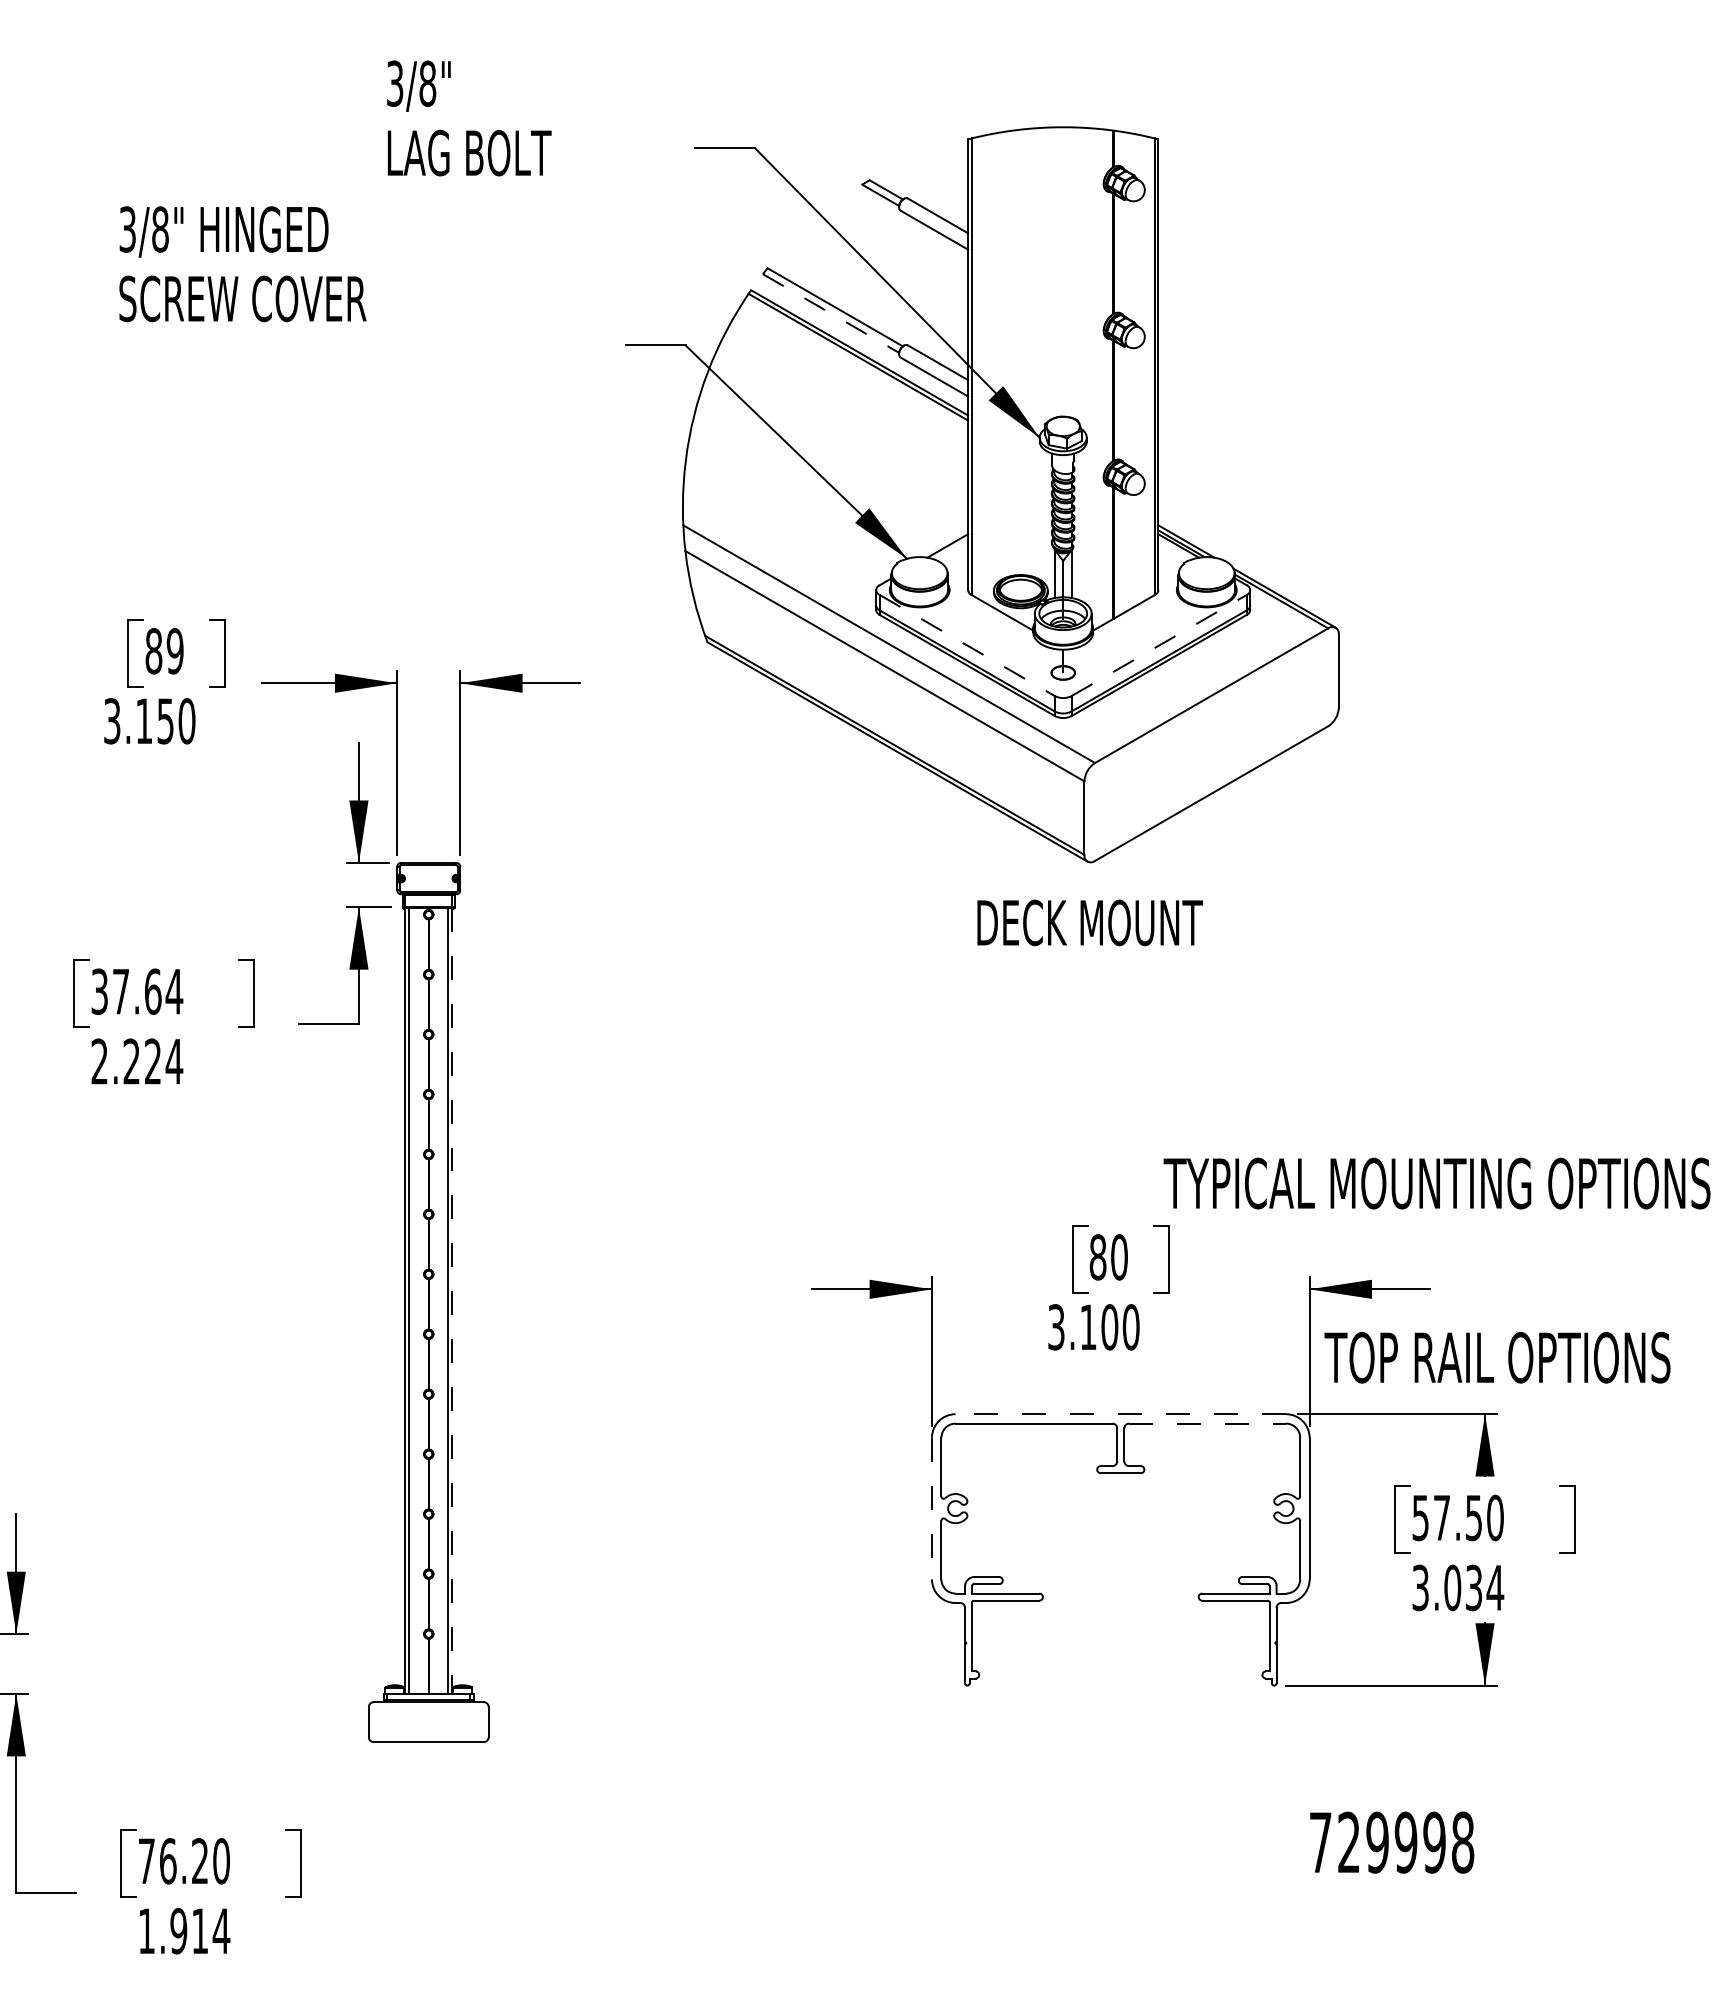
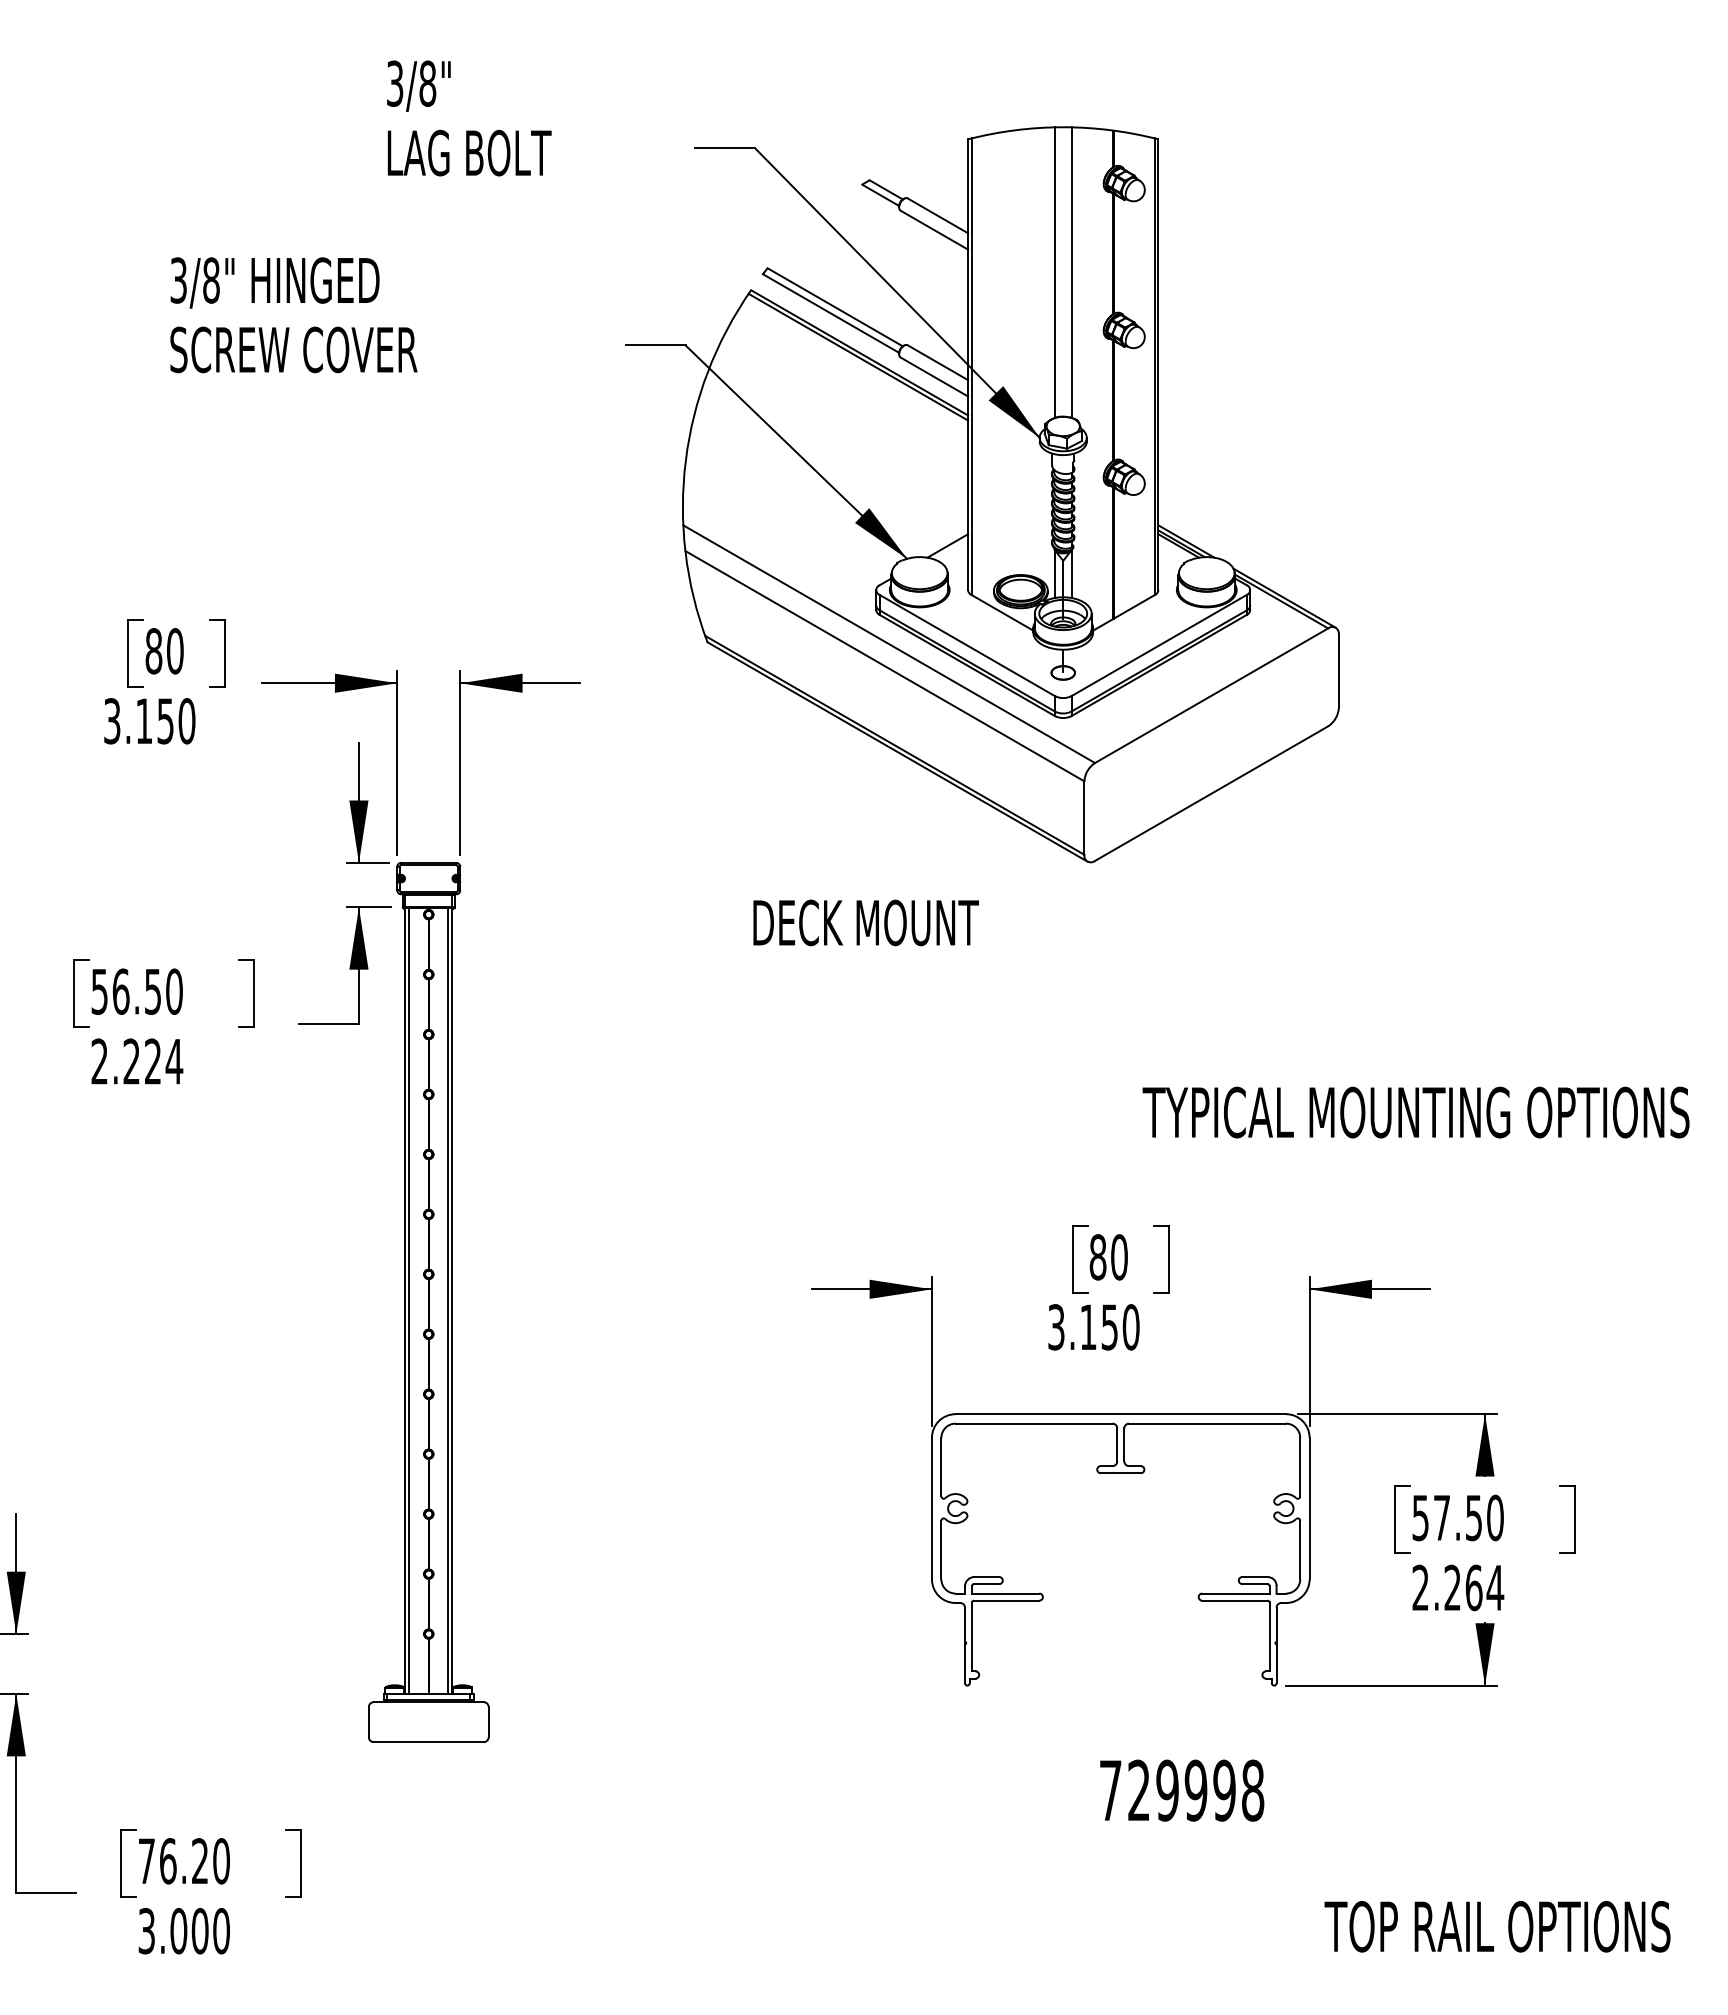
text at (242, 264) position: (242, 264) -> (293, 315)
line at (1054, 272): none -> present
line at (1071, 272): none -> present
line at (831, 313): dashed -> solid
line at (967, 645): dashed -> solid
line at (1159, 645): dashed -> solid
text at (174, 651): 89 -> 80
text at (1089, 922) position: (1089, 922) -> (865, 922)
text at (137, 991): 37.64 -> 56.50
text at (1436, 1183) position: (1436, 1183) -> (1415, 1112)
line at (452, 1301): dashed -> solid
text at (1109, 1327): 3.100 -> 3.150
text at (1497, 1357) position: (1497, 1357) -> (1497, 1926)
line at (1120, 1414): dashed -> solid
line at (1208, 1423): dashed -> solid
line at (931, 1508): dashed -> solid
text at (1447, 1587): 3.034 -> 2.264
text at (1392, 1842) position: (1392, 1842) -> (1182, 1790)
text at (184, 1931): 1.914 -> 3.000
